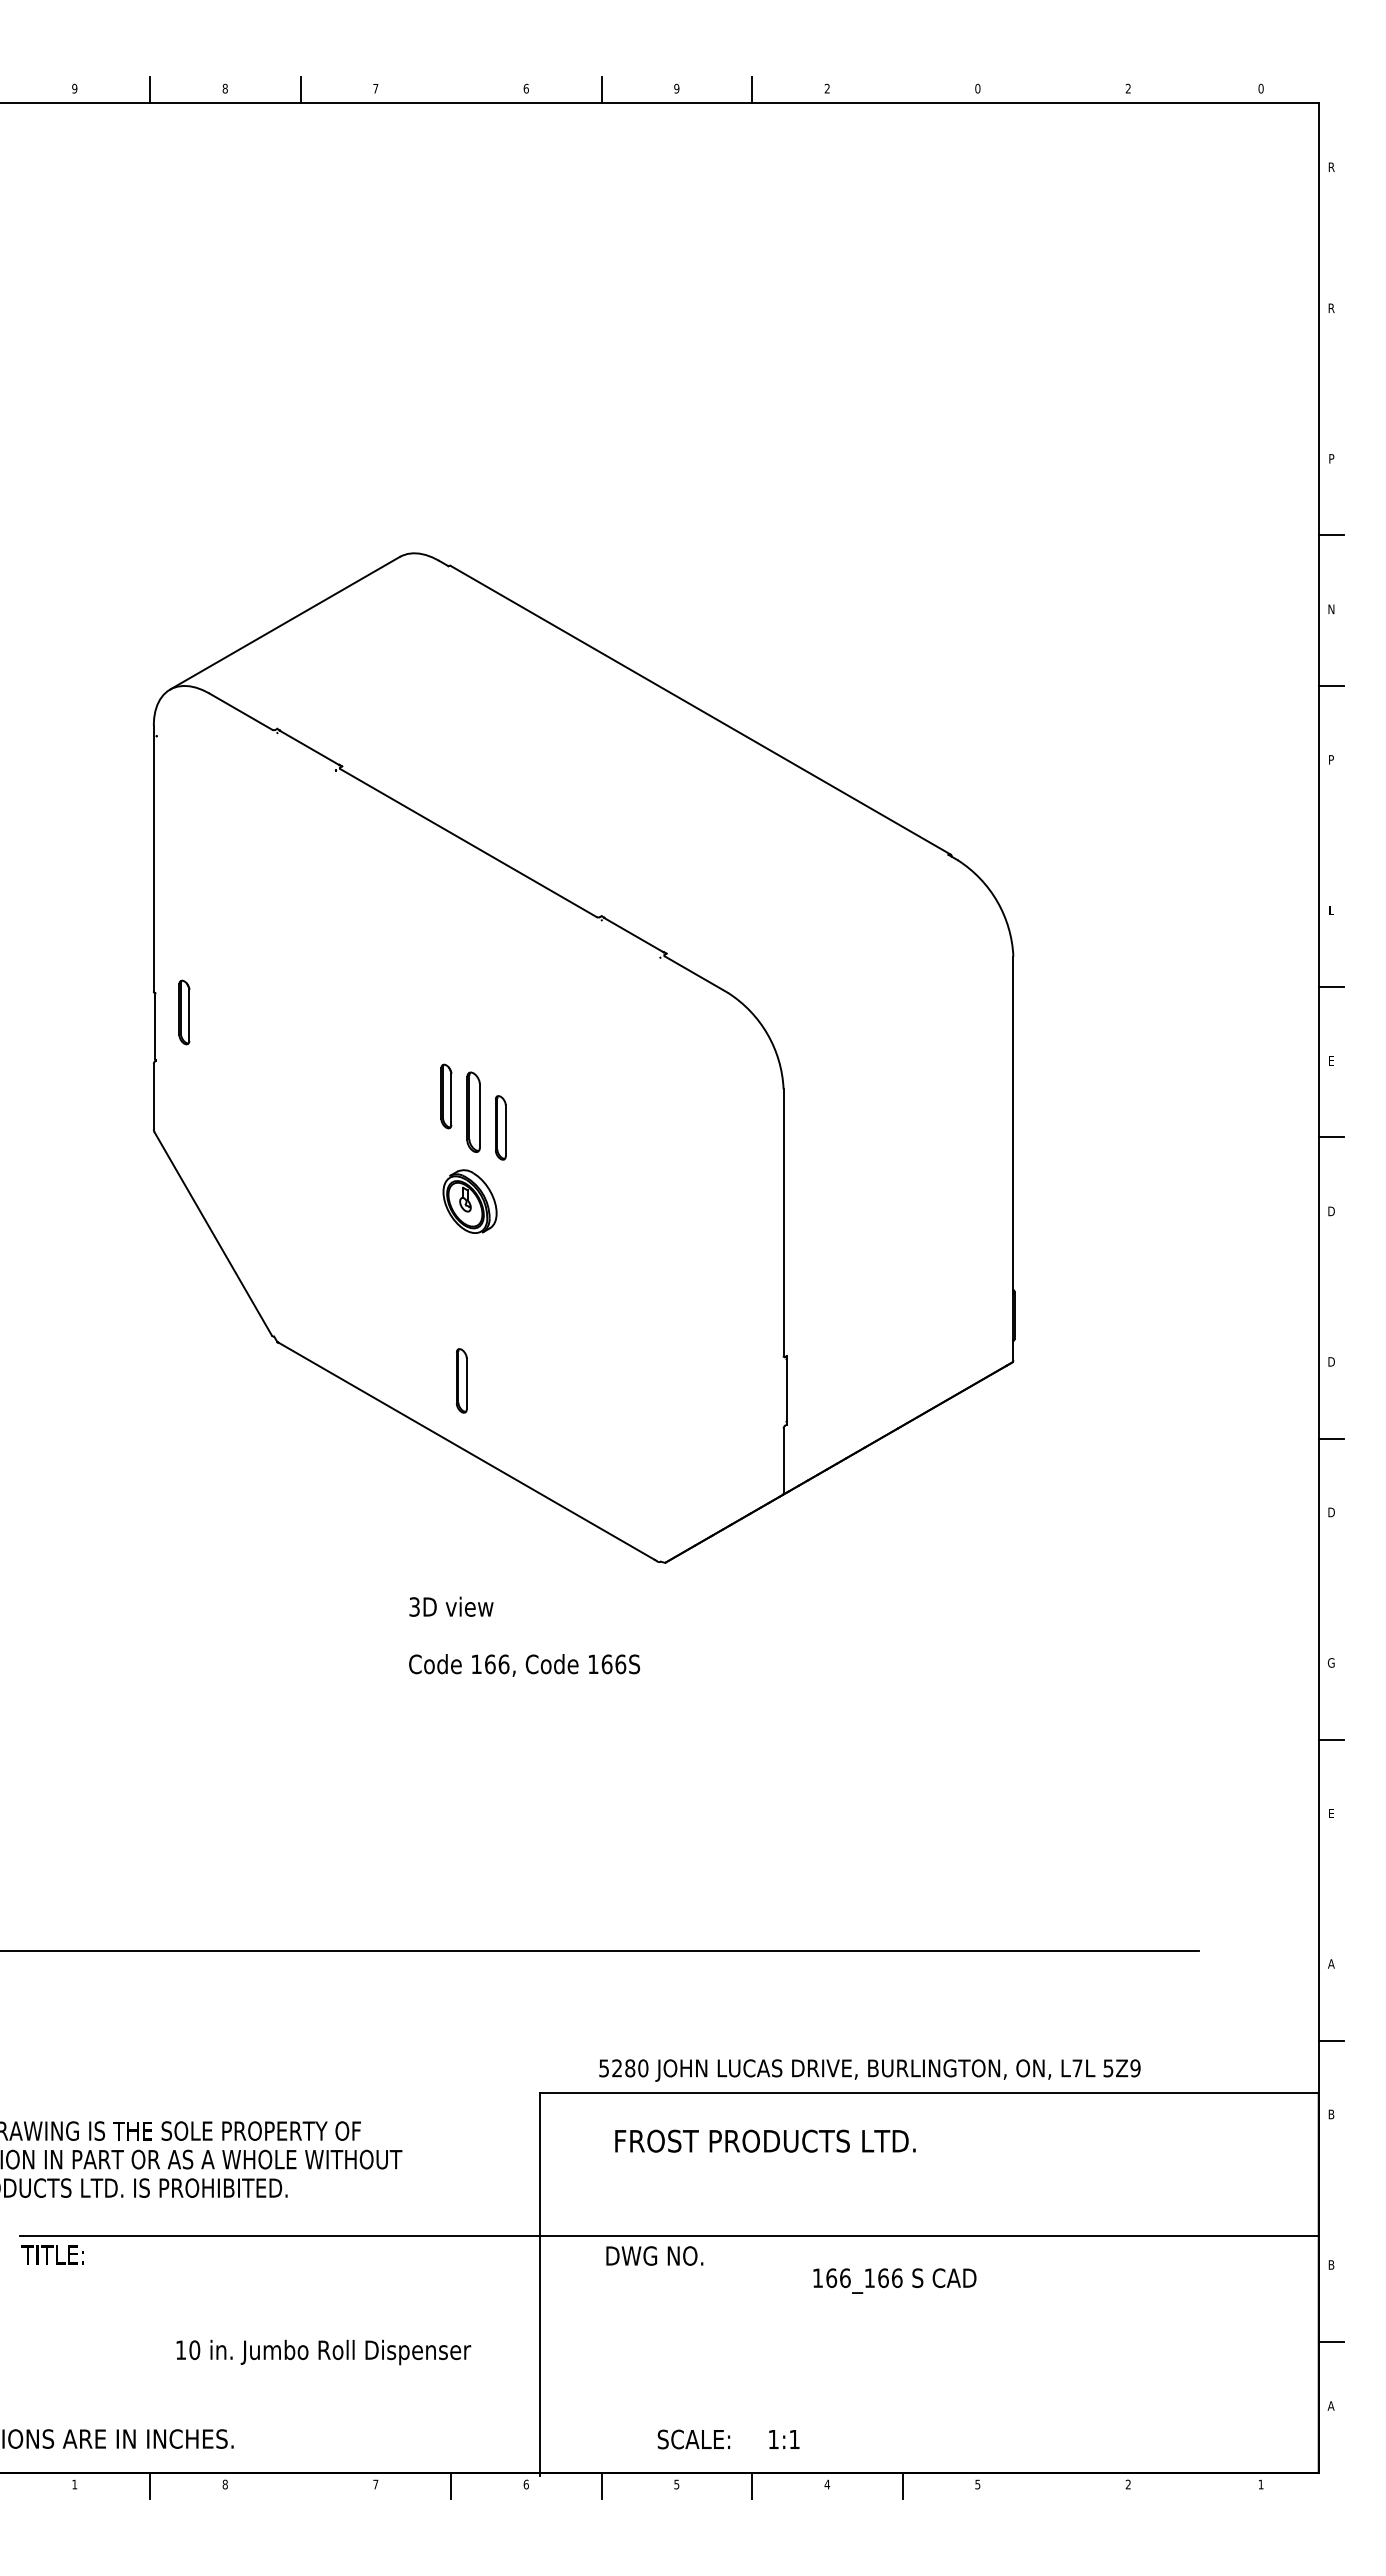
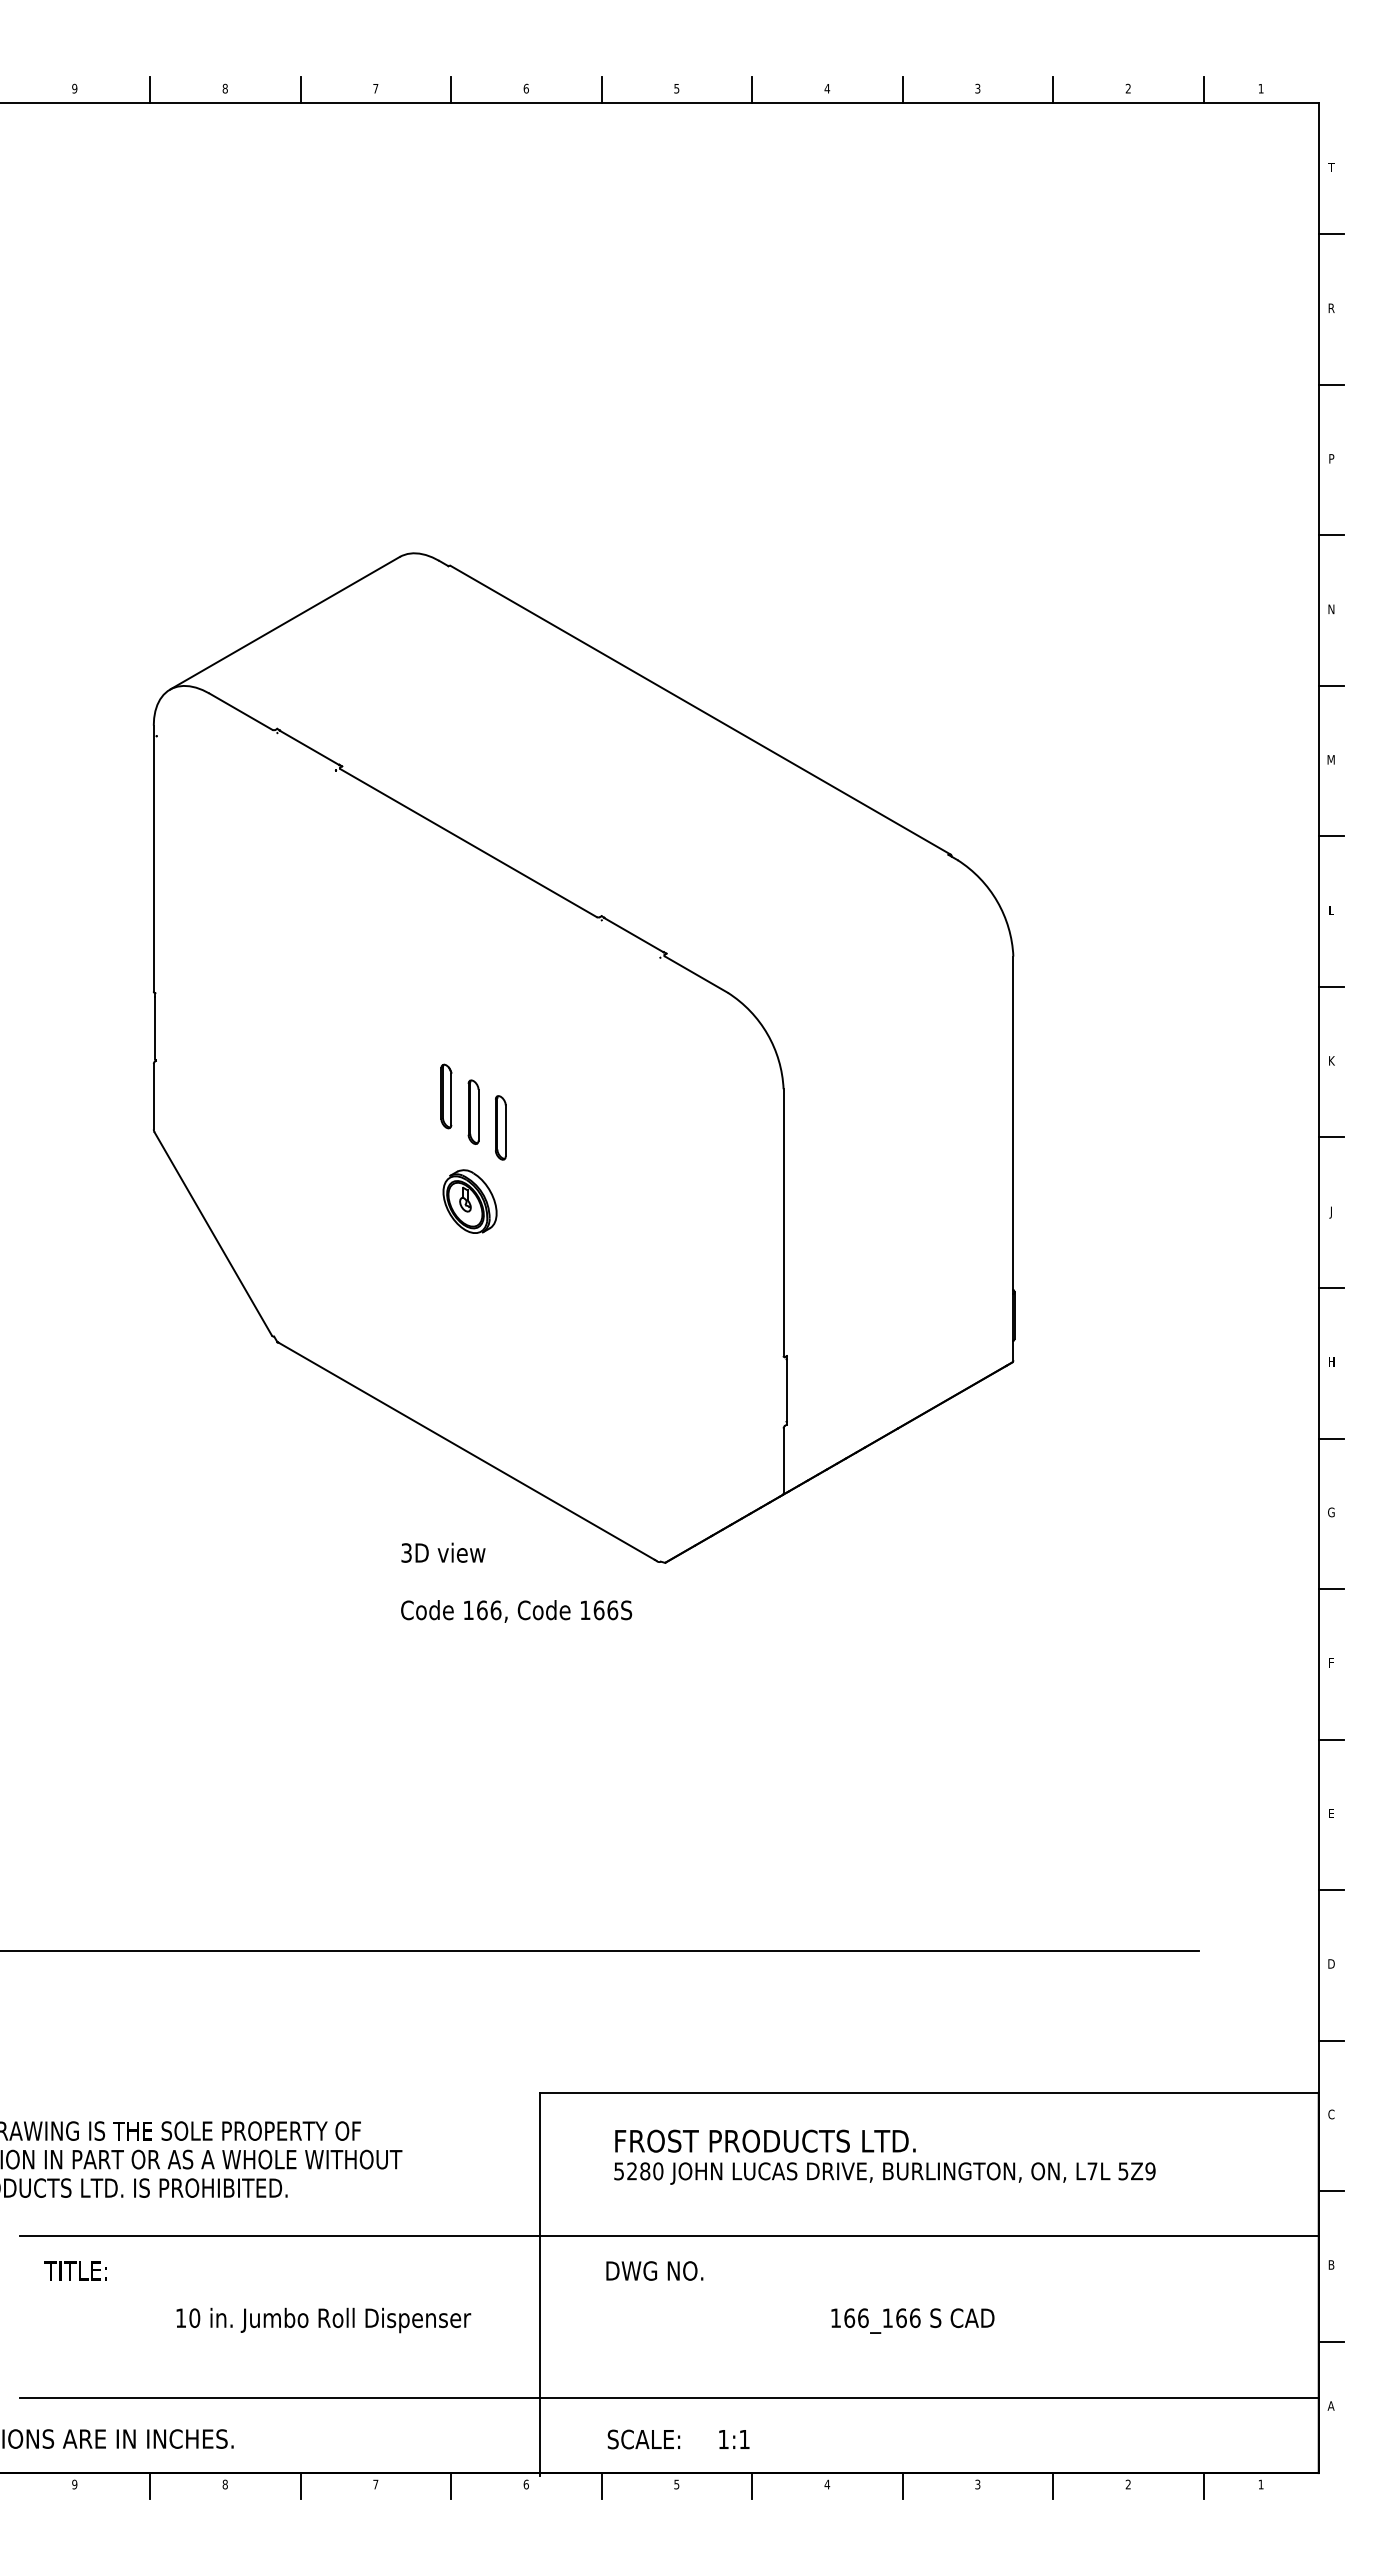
text at (676, 88): 9 -> 5
text at (827, 88): 2 -> 4
text at (977, 88): 0 -> 3
text at (1260, 88): 0 -> 1
line at (451, 89): none -> present
line at (902, 89): none -> present
line at (1053, 89): none -> present
line at (1203, 89): none -> present
text at (1331, 166): R -> T
line at (1331, 234): none -> present
line at (1331, 384): none -> present
text at (1330, 759): P -> M
line at (1331, 836): none -> present
part at (184, 1012): present -> none
text at (1331, 1060): E -> K
part at (473, 1111) size: 15x82 px -> 13x66 px
text at (1331, 1212): D -> J
line at (1331, 1287): none -> present
text at (1331, 1361): D -> H
part at (461, 1380): present -> none
text at (1331, 1512): D -> G
line at (1331, 1589): none -> present
text at (524, 1636) position: (524, 1636) -> (516, 1582)
text at (1330, 1662): G -> F
line at (1331, 1890): none -> present
text at (1331, 1963): A -> D
text at (869, 2070) position: (869, 2070) -> (884, 2173)
text at (1331, 2114): B -> C
line at (1331, 2191): none -> present
text at (52, 2254) position: (52, 2254) -> (75, 2270)
text at (654, 2255) position: (654, 2255) -> (654, 2270)
text at (894, 2280) position: (894, 2280) -> (912, 2320)
text at (323, 2352) position: (323, 2352) -> (323, 2320)
line at (669, 2397): none -> present
text at (728, 2439) position: (728, 2439) -> (678, 2439)
text at (977, 2483): 5 -> 3
text at (74, 2484): 1 -> 9
line at (300, 2485): none -> present
line at (1053, 2485): none -> present
line at (1203, 2485): none -> present
